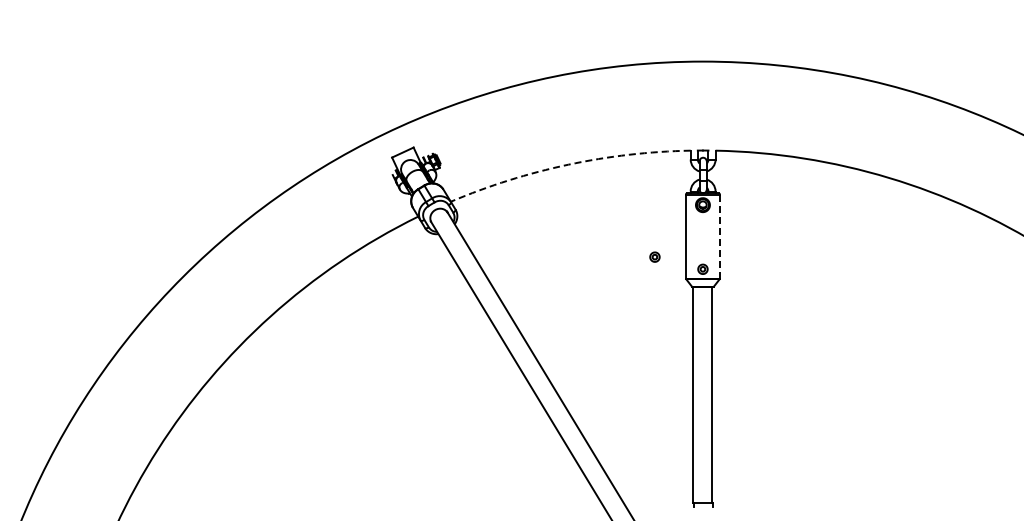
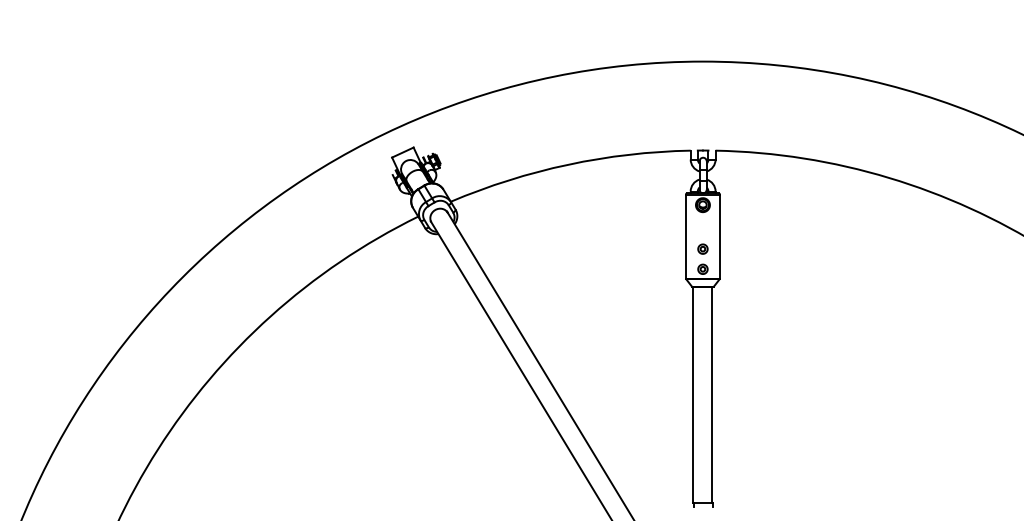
arc at (568, 164): dashed -> solid
line at (719, 236): dashed -> solid
part at (654, 256) position: (654, 256) -> (702, 248)
